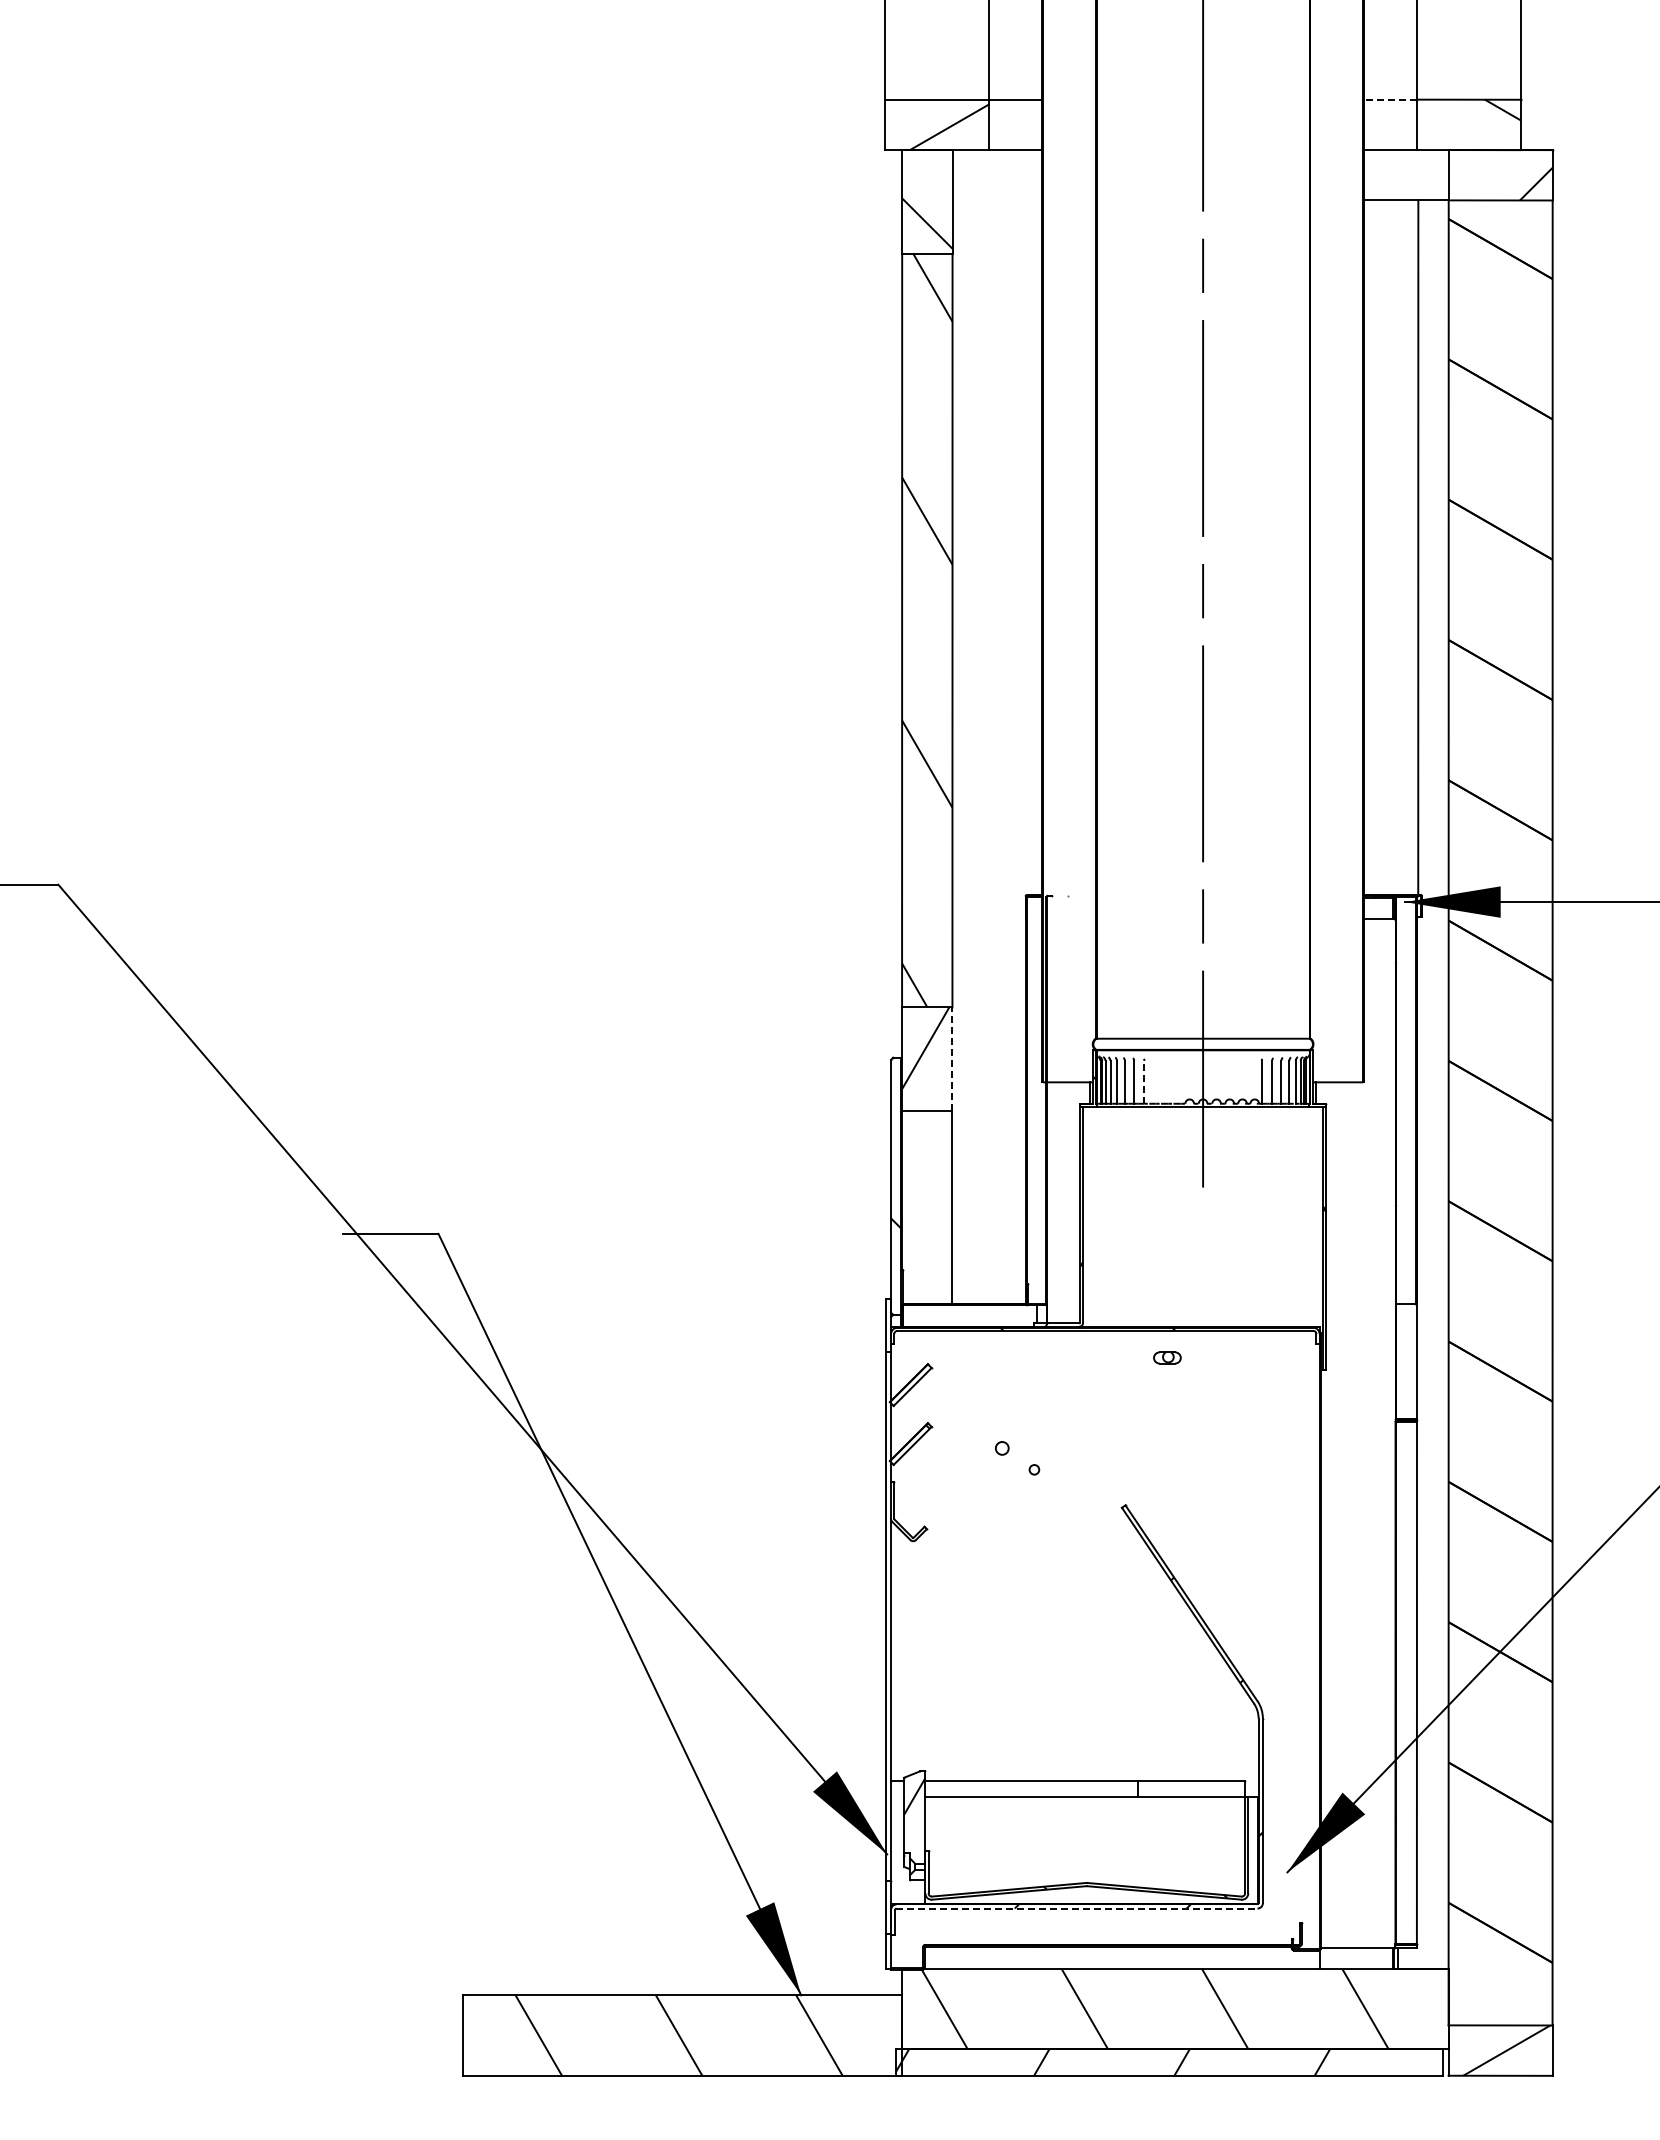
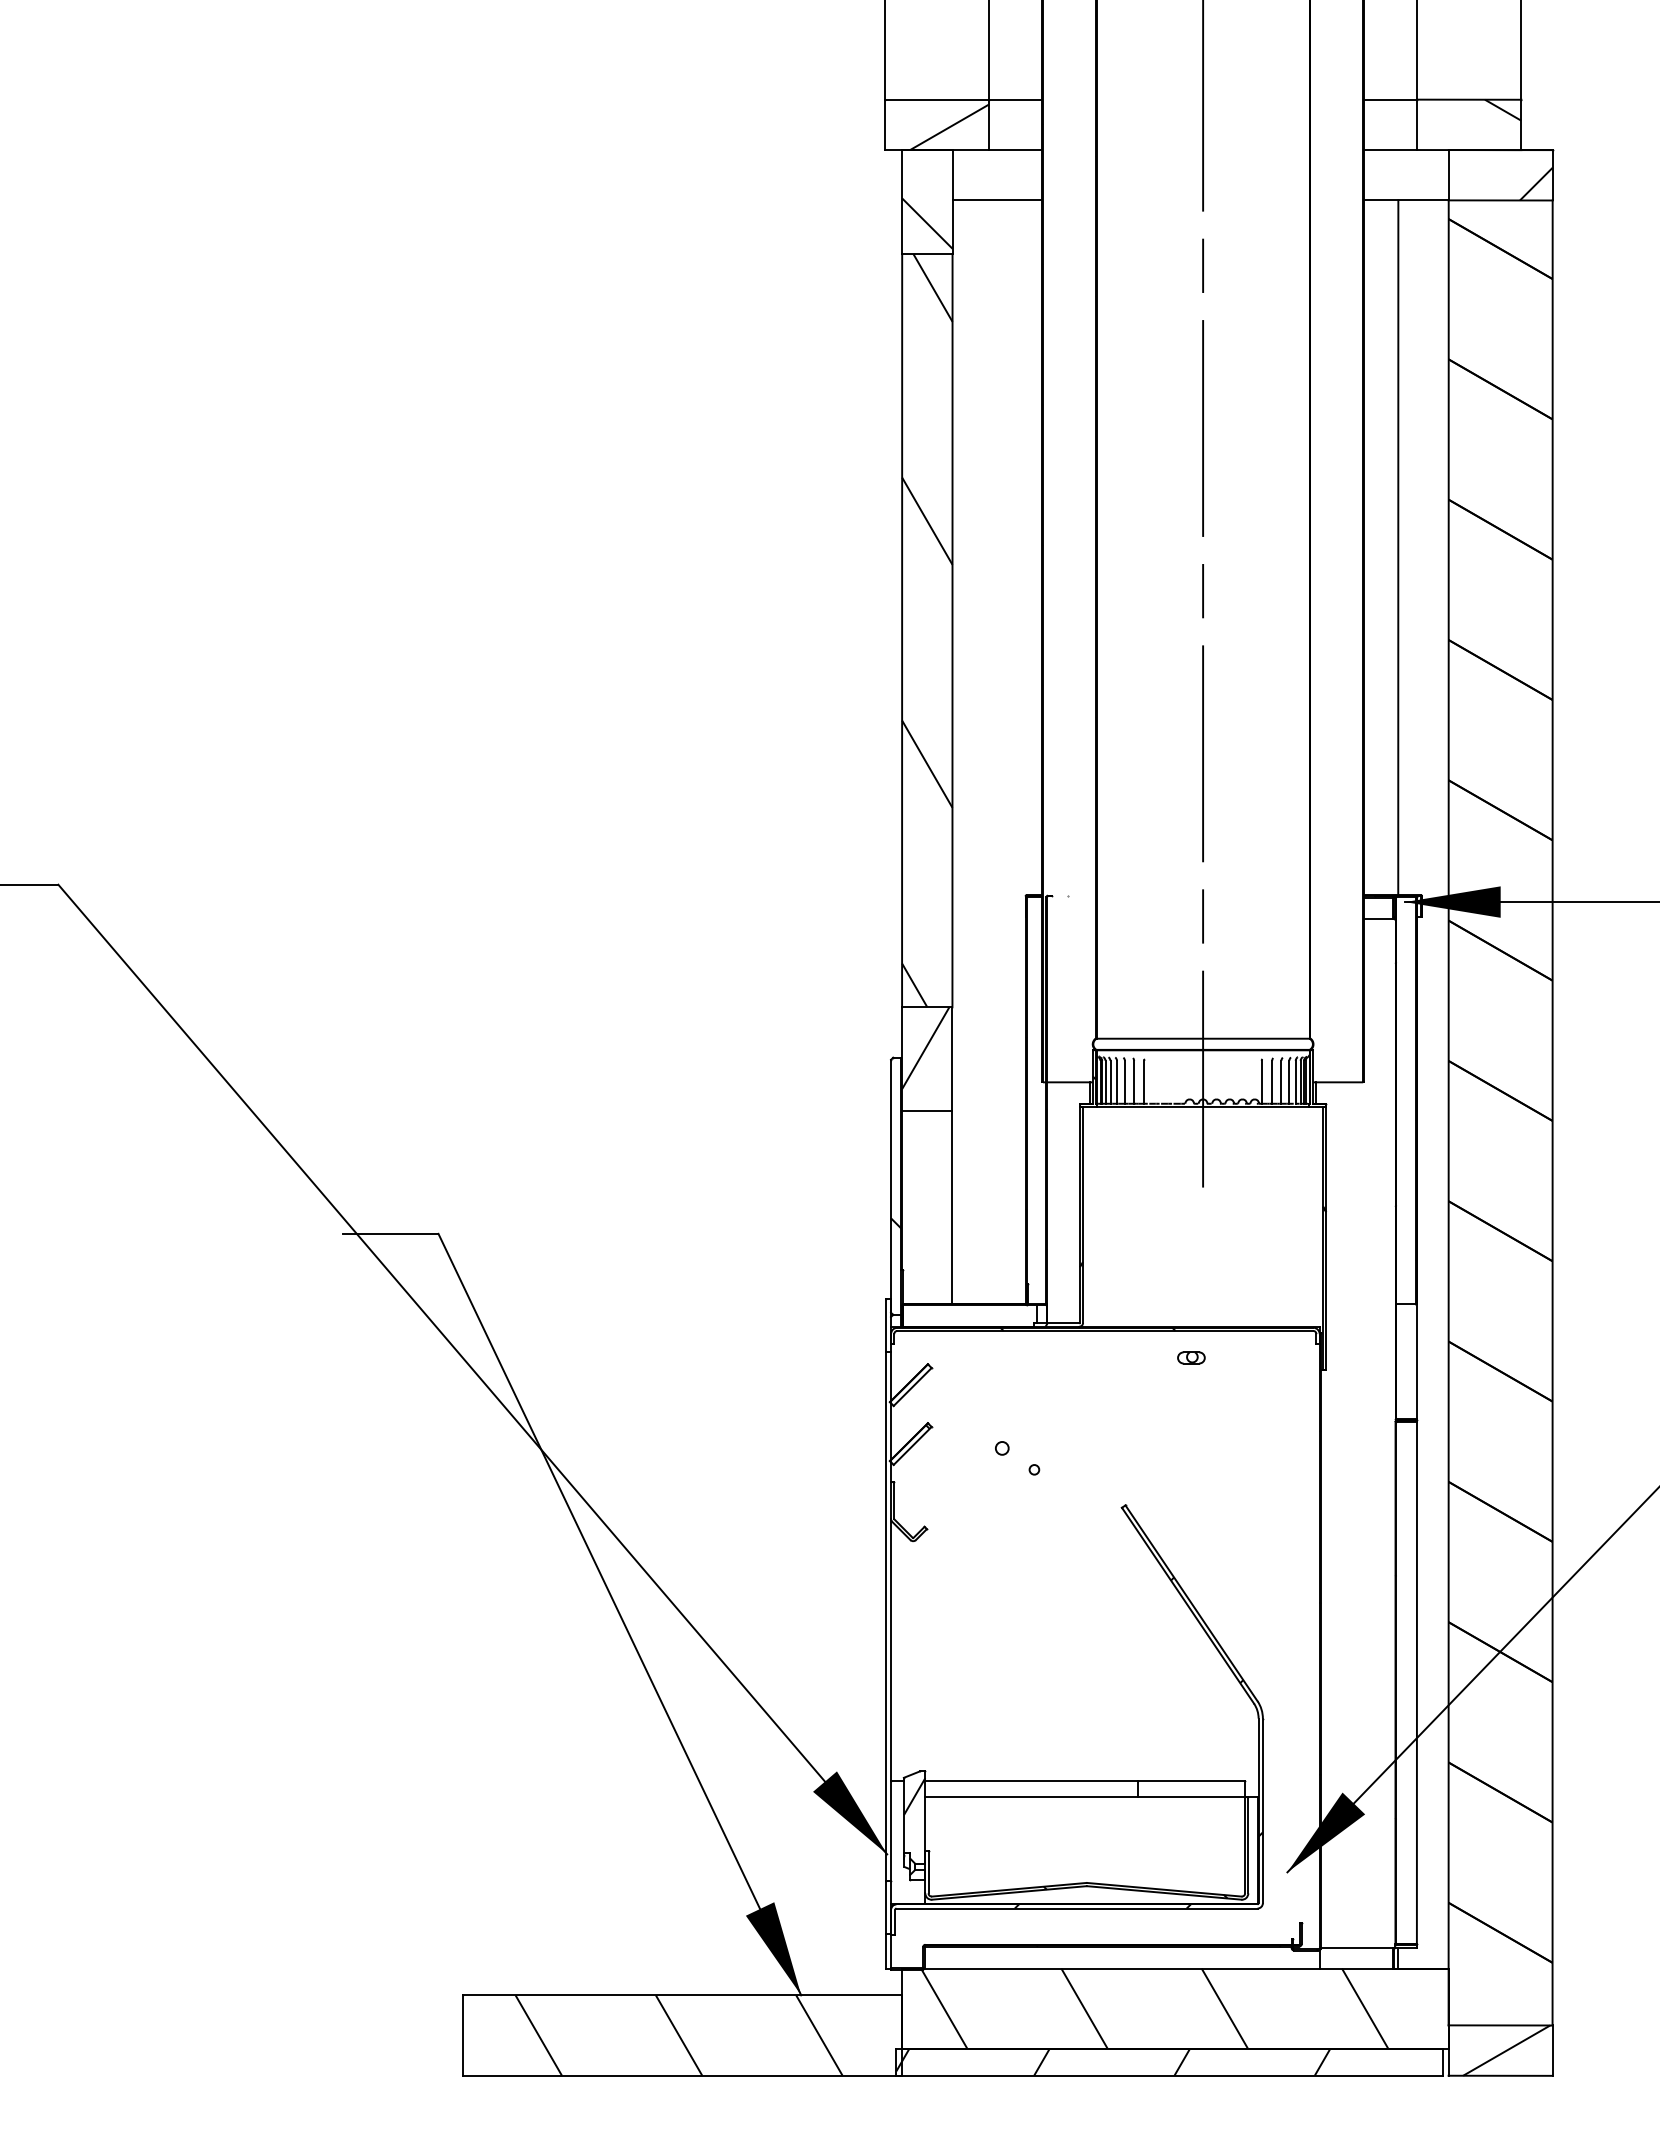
line at (1390, 99): dashed -> solid
line at (997, 200): none -> present
line at (1418, 547) position: (1418, 547) -> (1398, 547)
line at (952, 1059): dashed -> solid
line at (1144, 1081): dashed -> solid
part at (1167, 1357) position: (1167, 1357) -> (1191, 1357)
line at (1076, 1908): dashed -> solid
